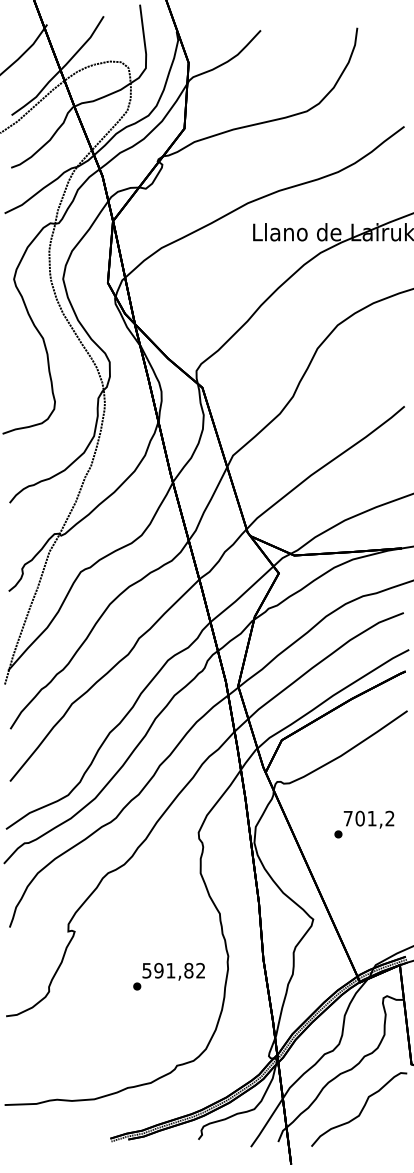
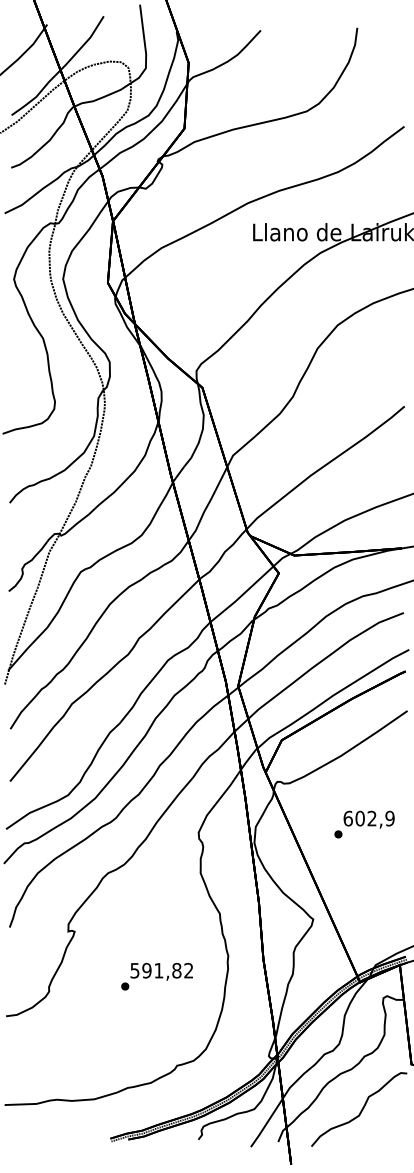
text at (368, 818): 701,2 -> 602,9
text at (168, 976) position: (168, 976) -> (156, 976)
